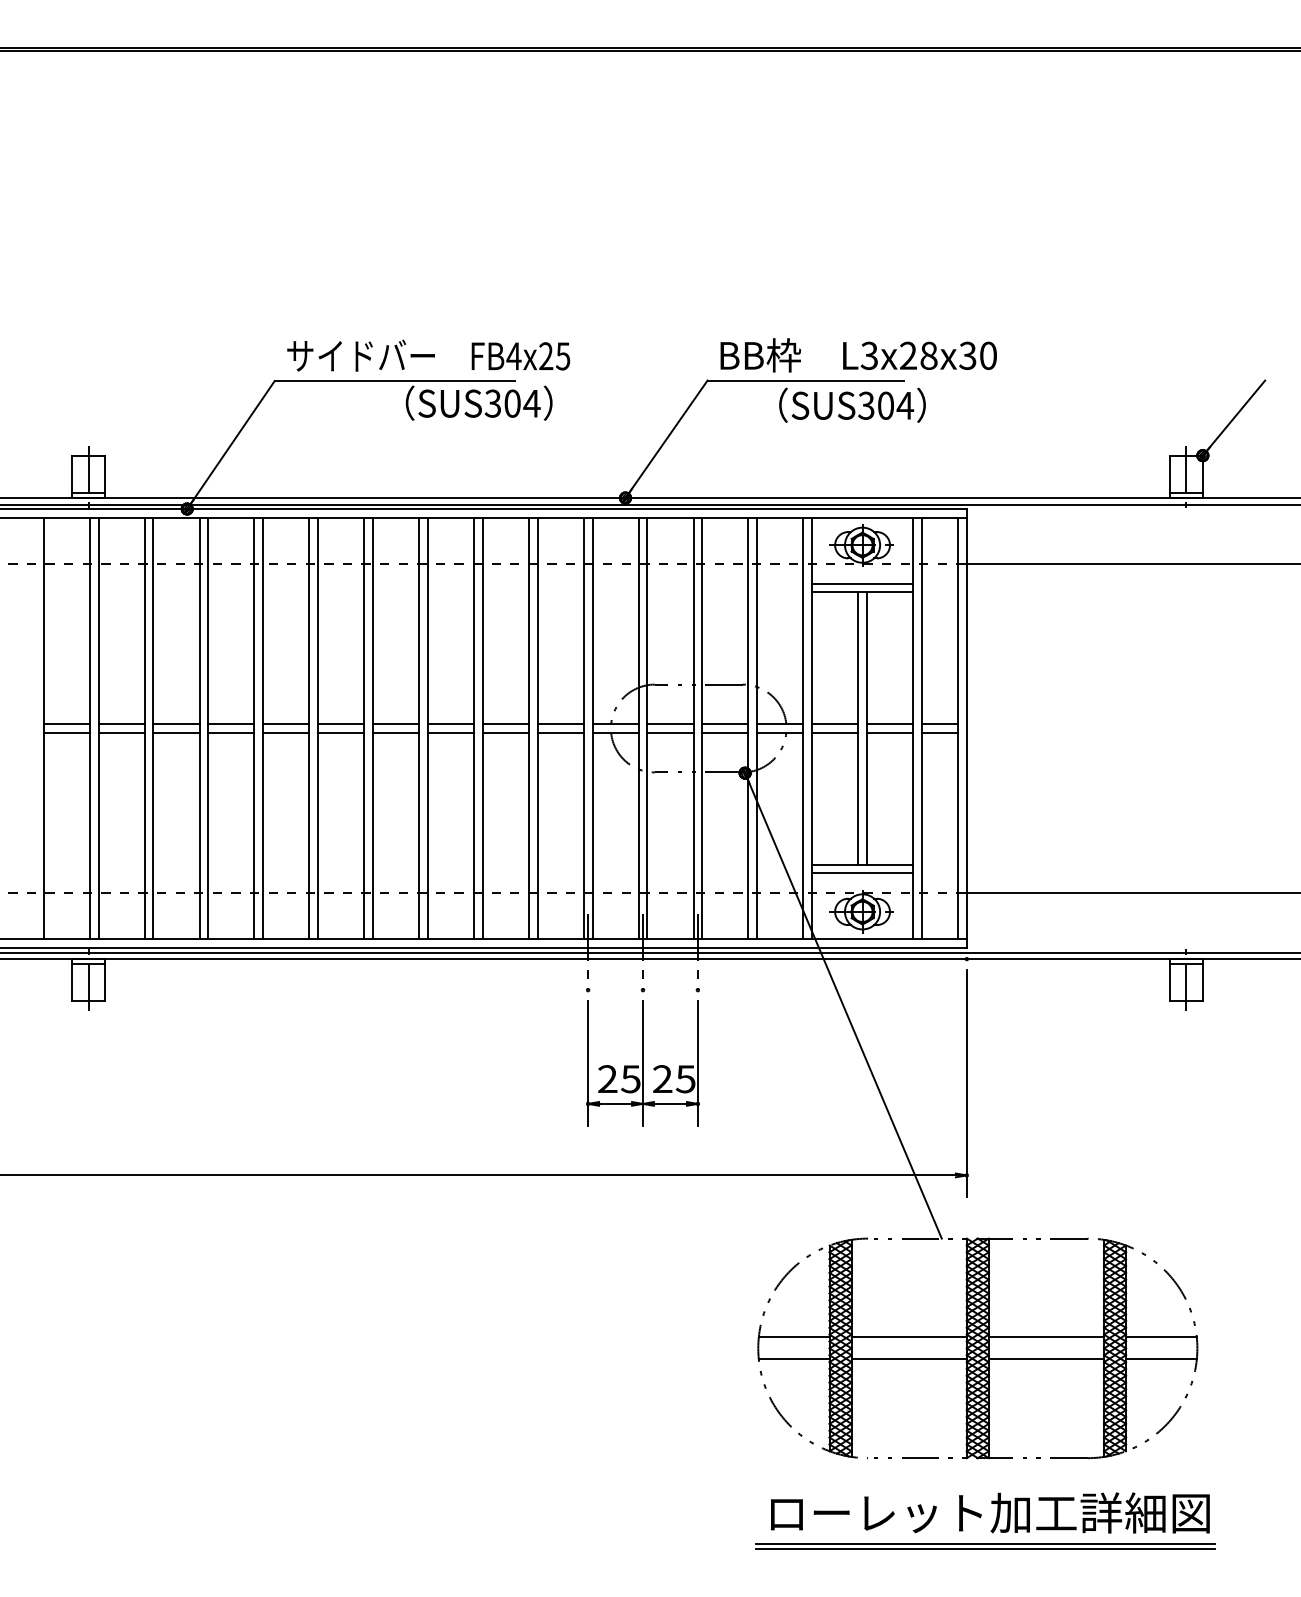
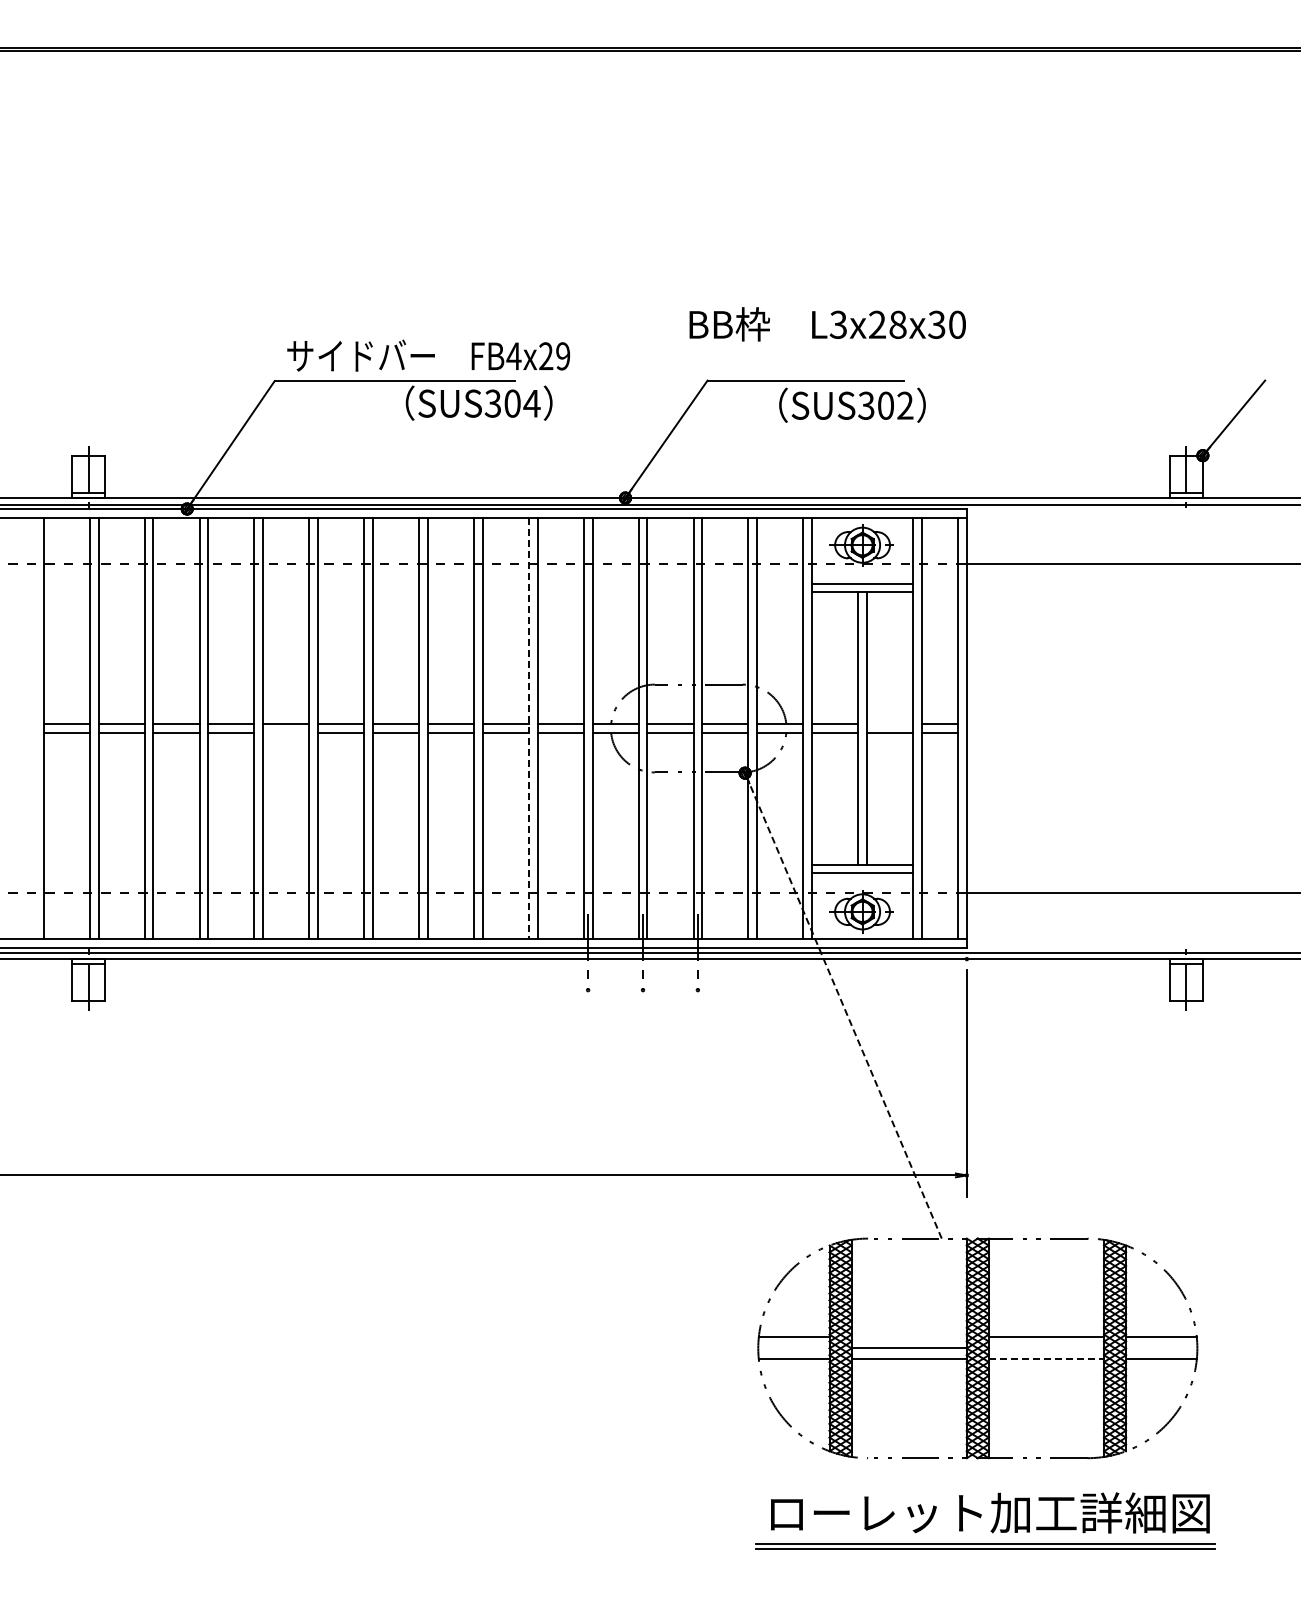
text at (858, 355) position: (858, 355) -> (827, 324)
text at (562, 356): FB4x25 -> FB4x29
text at (905, 405): SUS304 -> SUS302
line at (889, 724): present -> none
line at (528, 728): solid -> dashed
line at (286, 732): present -> none
line at (843, 1006): solid -> dashed
part at (642, 1063): present -> none
line at (908, 1337) position: (908, 1337) -> (908, 1348)
line at (1046, 1359): solid -> dashed
